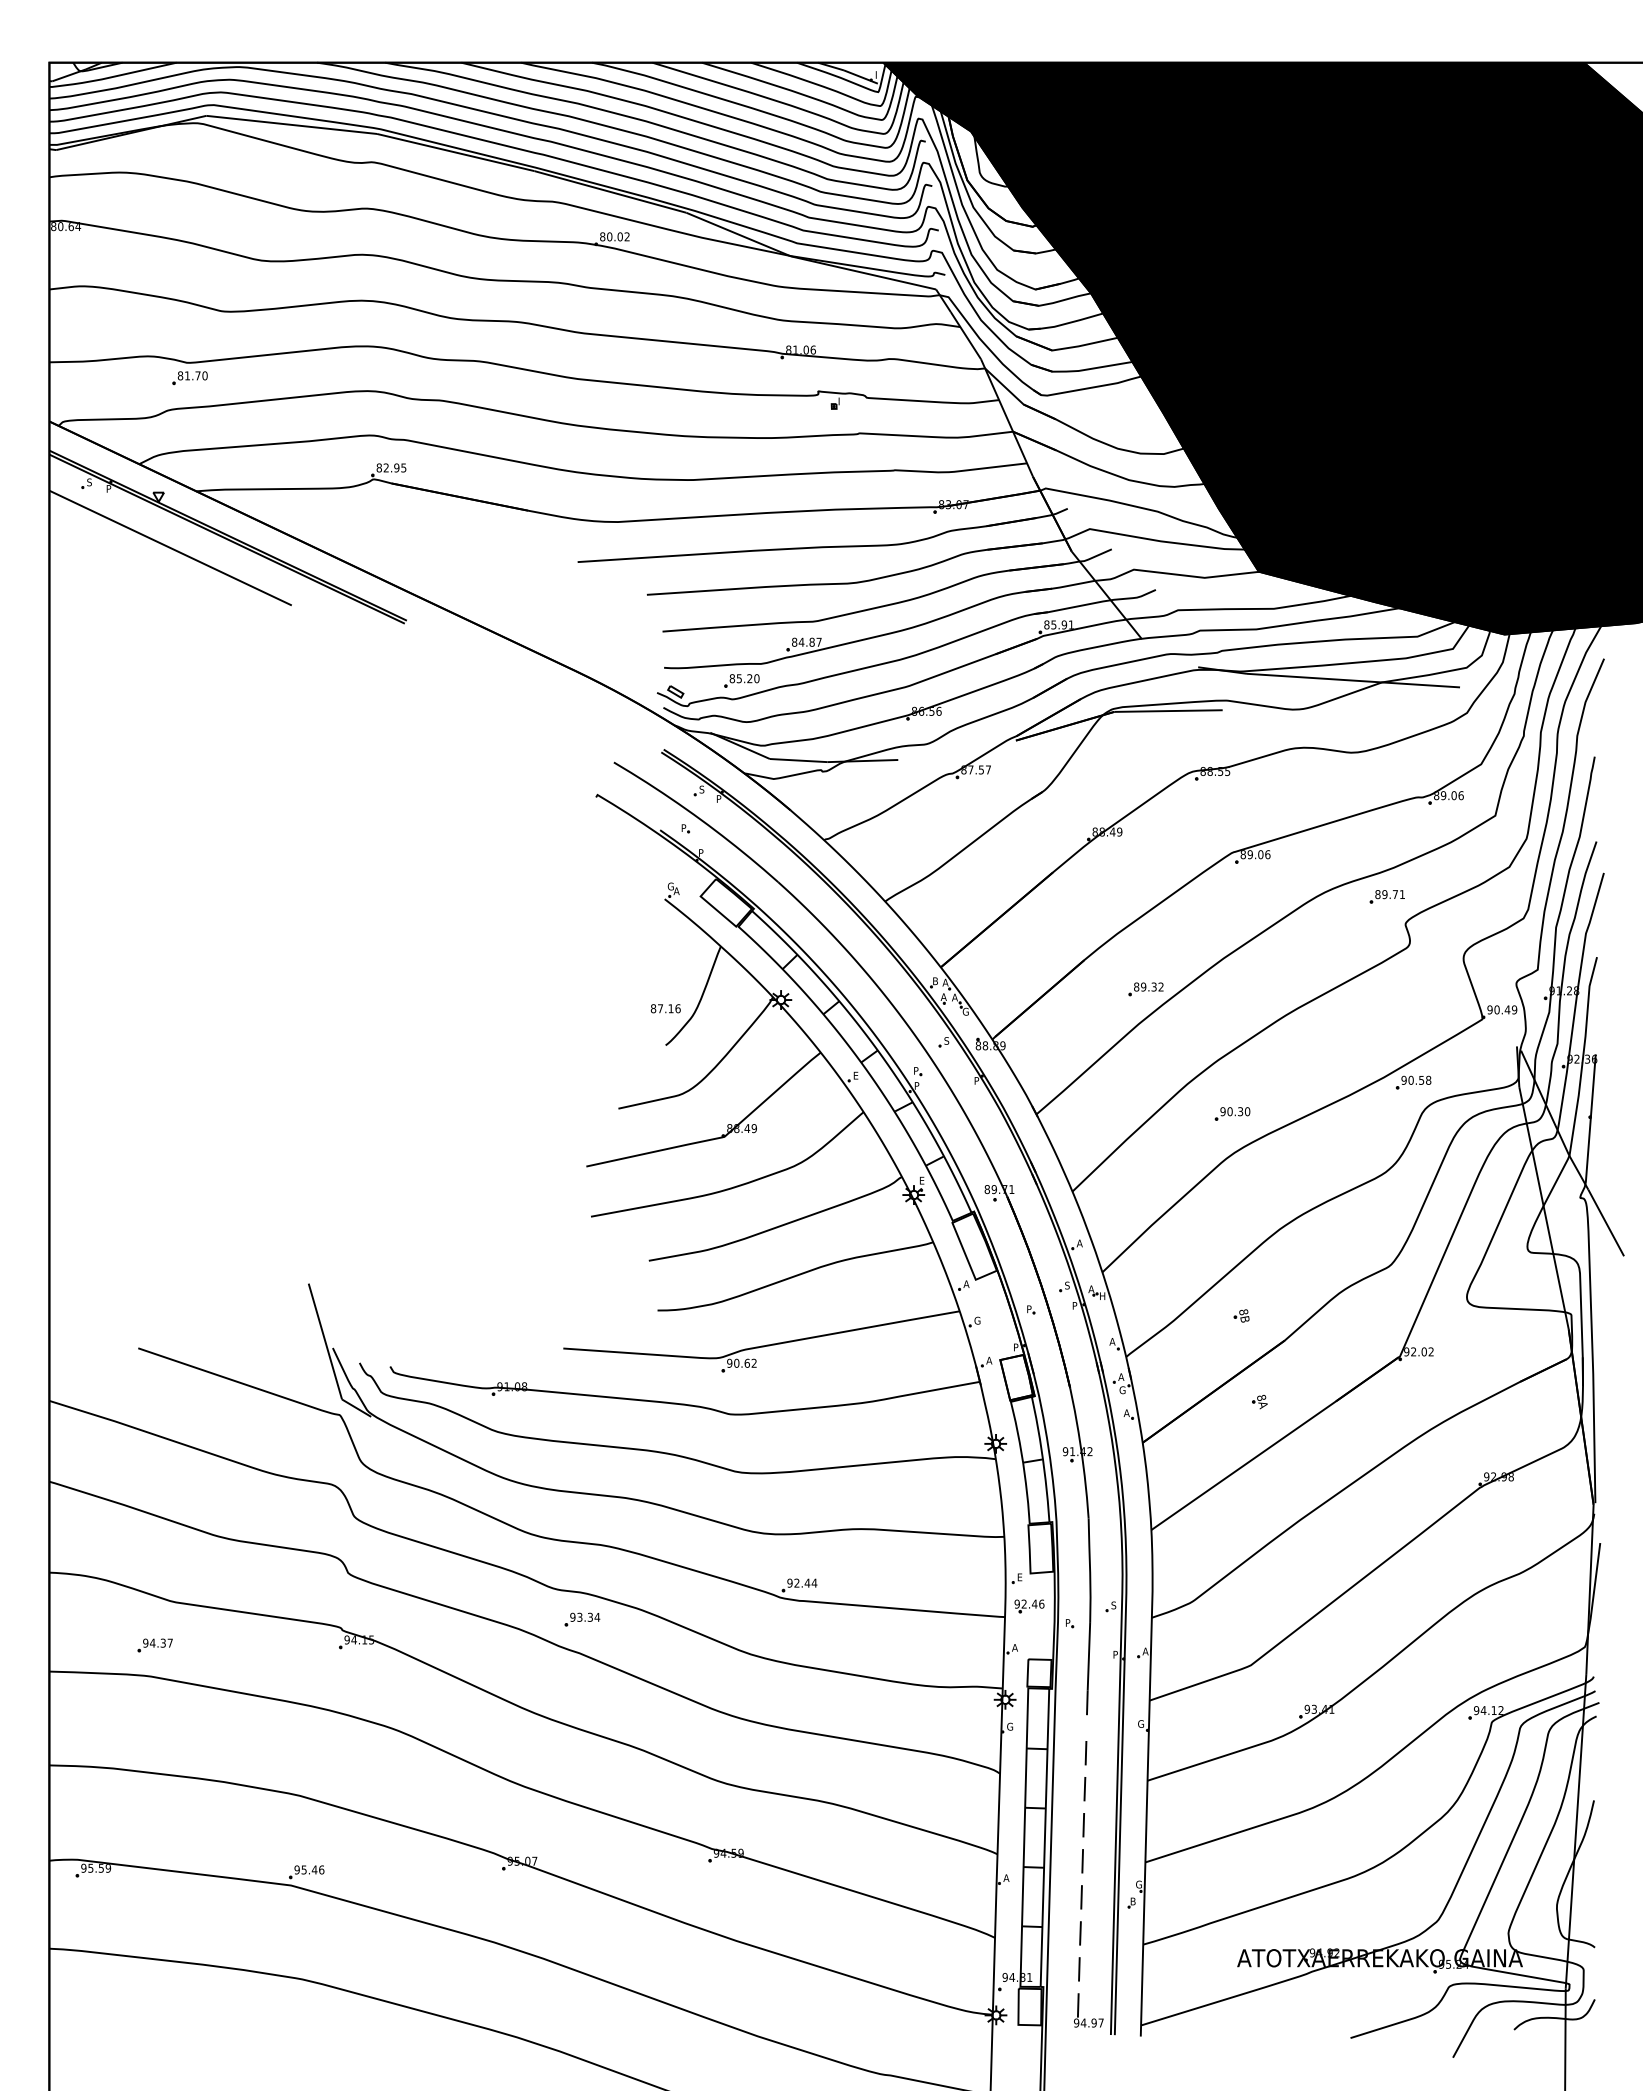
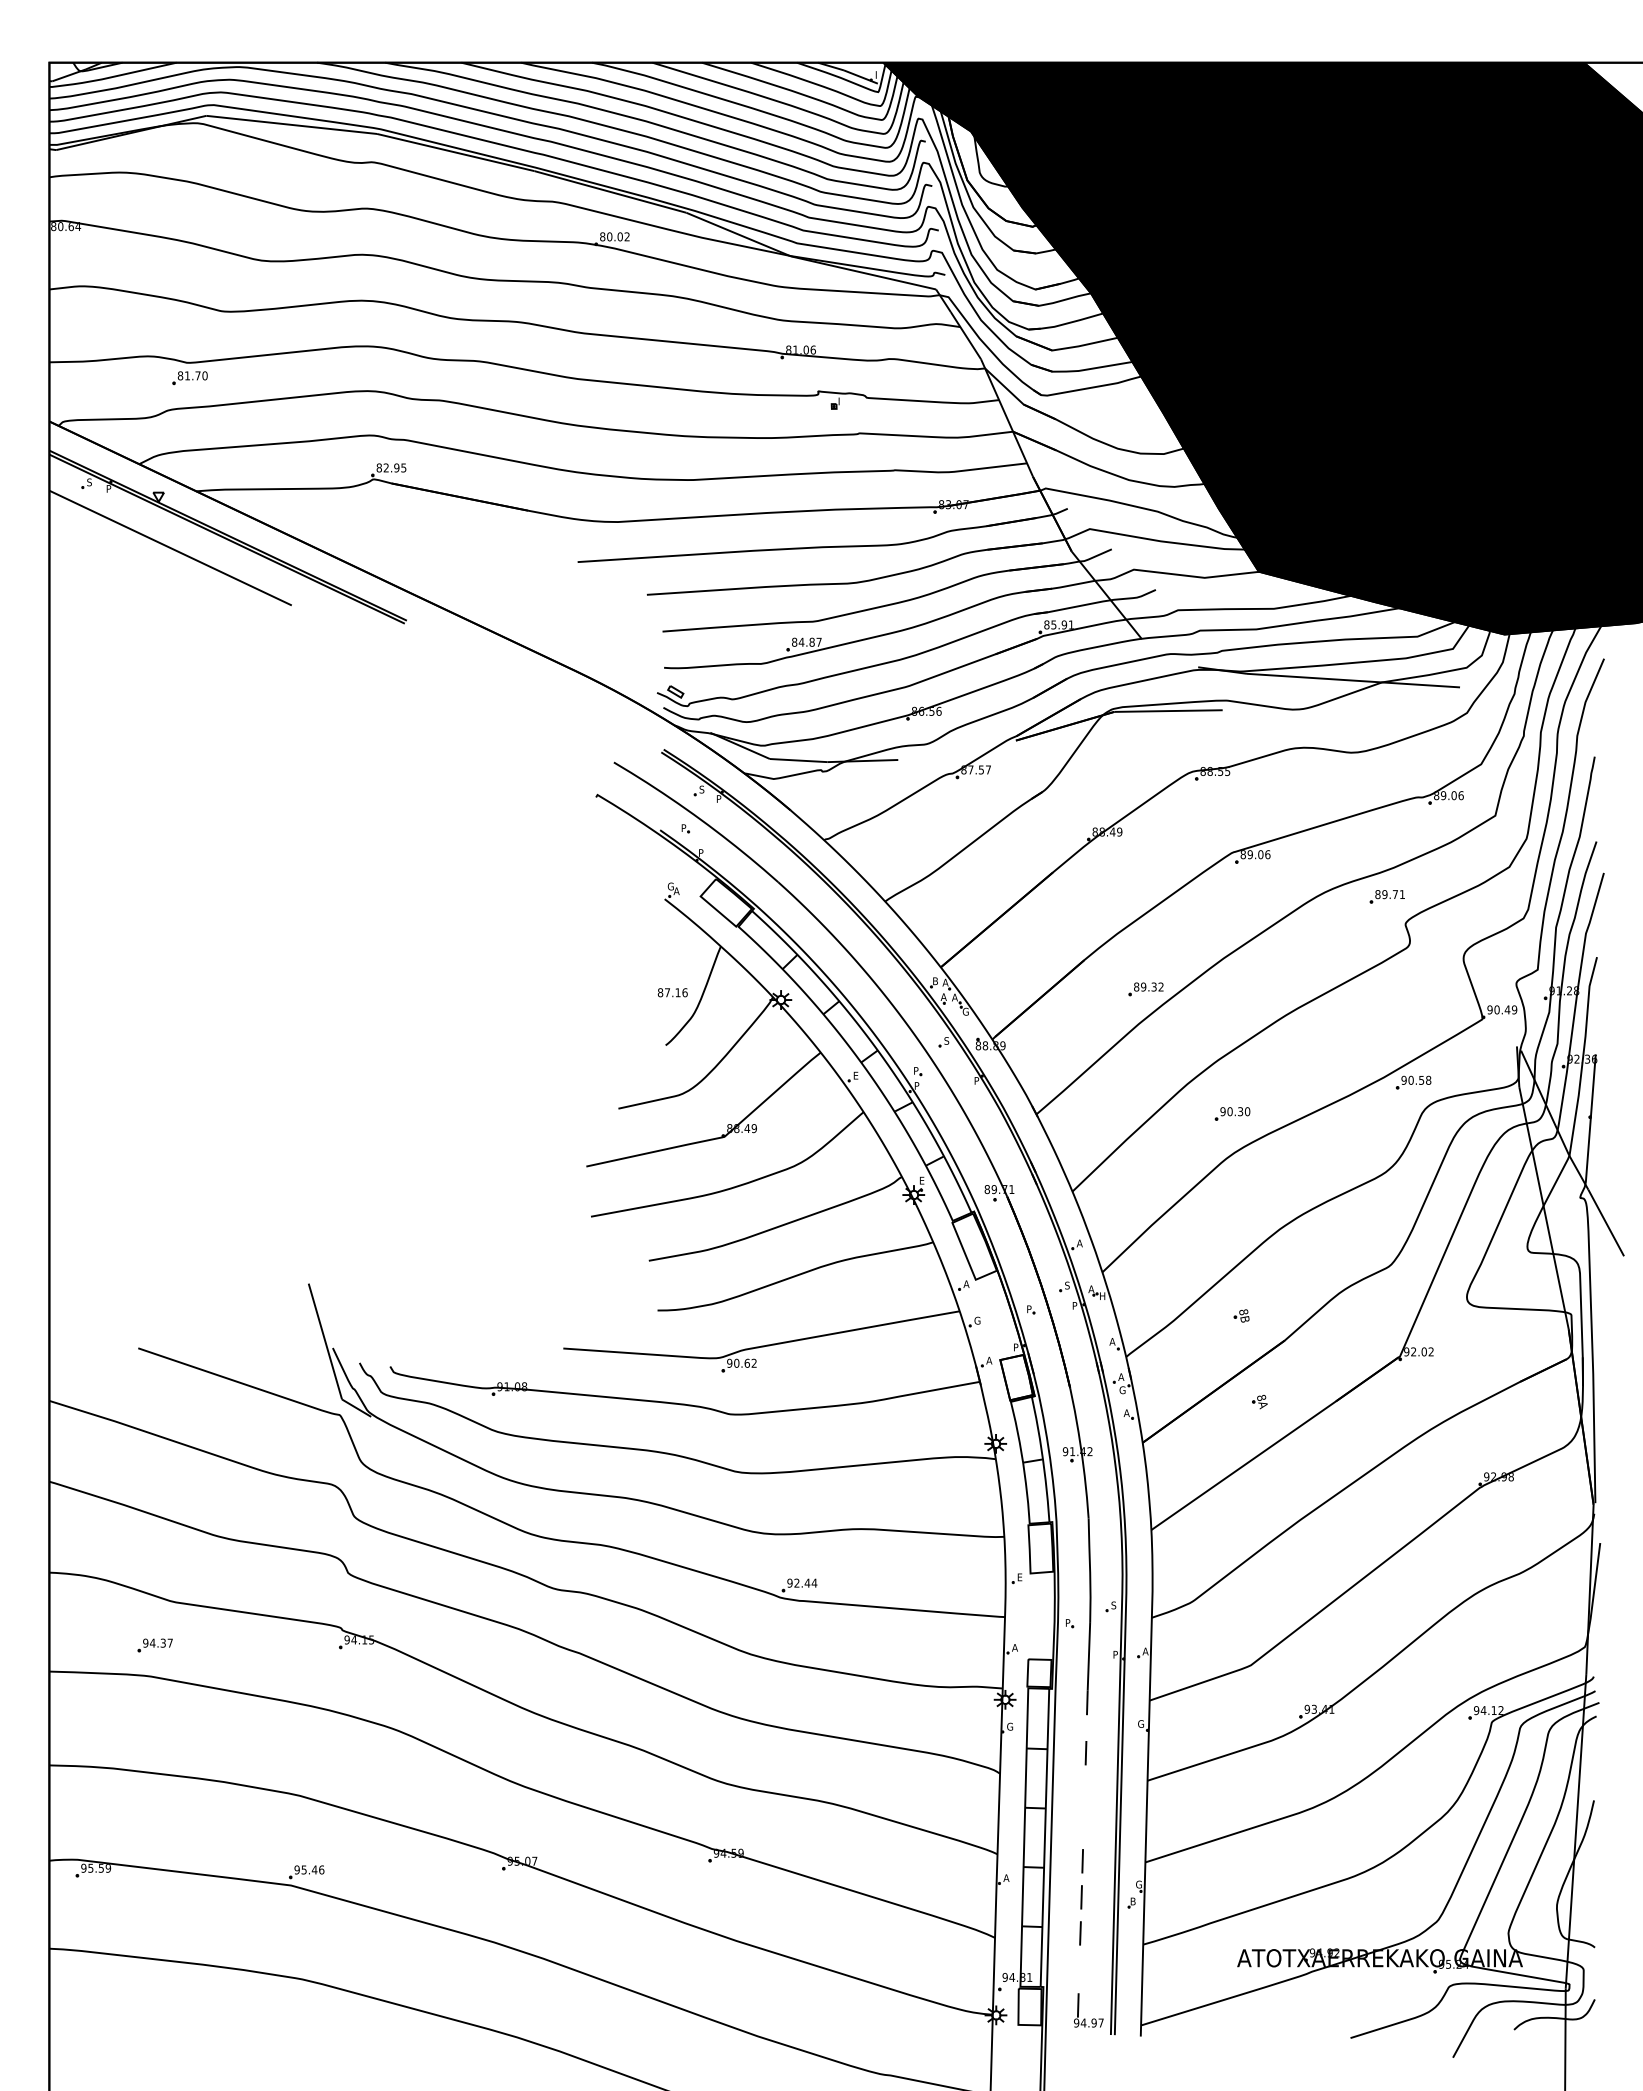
part at (741, 680): present -> none
text at (665, 1008) position: (665, 1008) -> (672, 992)
part at (1029, 1606): present -> none
part at (582, 1619): present -> none
line at (1084, 1789): present -> none
line at (1083, 1825): present -> none
line at (1079, 1969): present -> none
